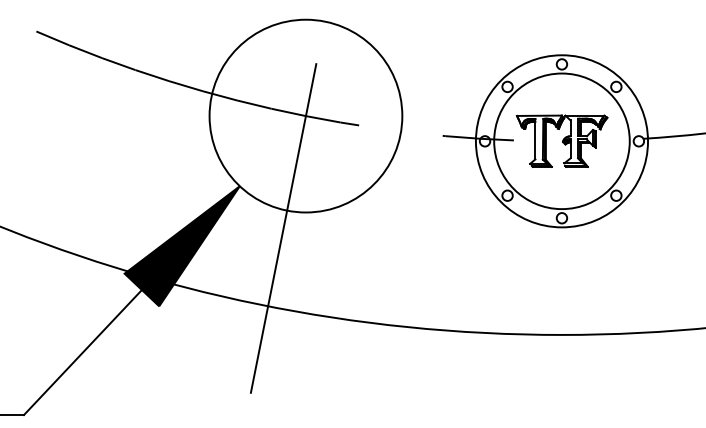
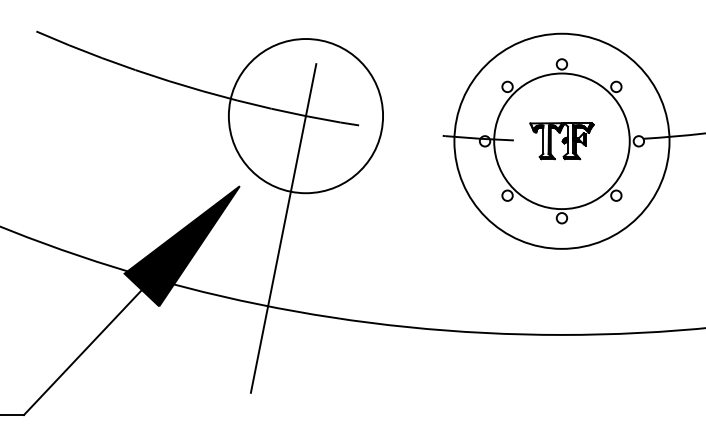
circle at (305, 115) diameter: 193 px -> 154 px
part at (561, 140) size: 94x54 px -> 66x39 px
circle at (561, 141) diameter: 172 px -> 215 px
